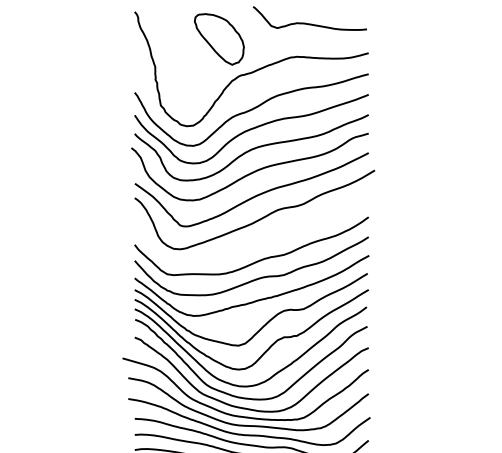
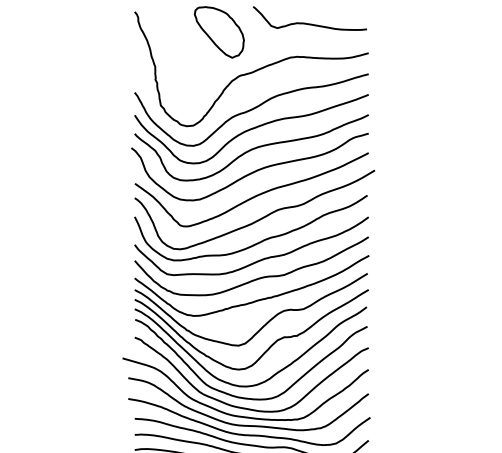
part at (218, 39) position: (218, 39) -> (218, 32)
curve at (257, 242): none -> present
